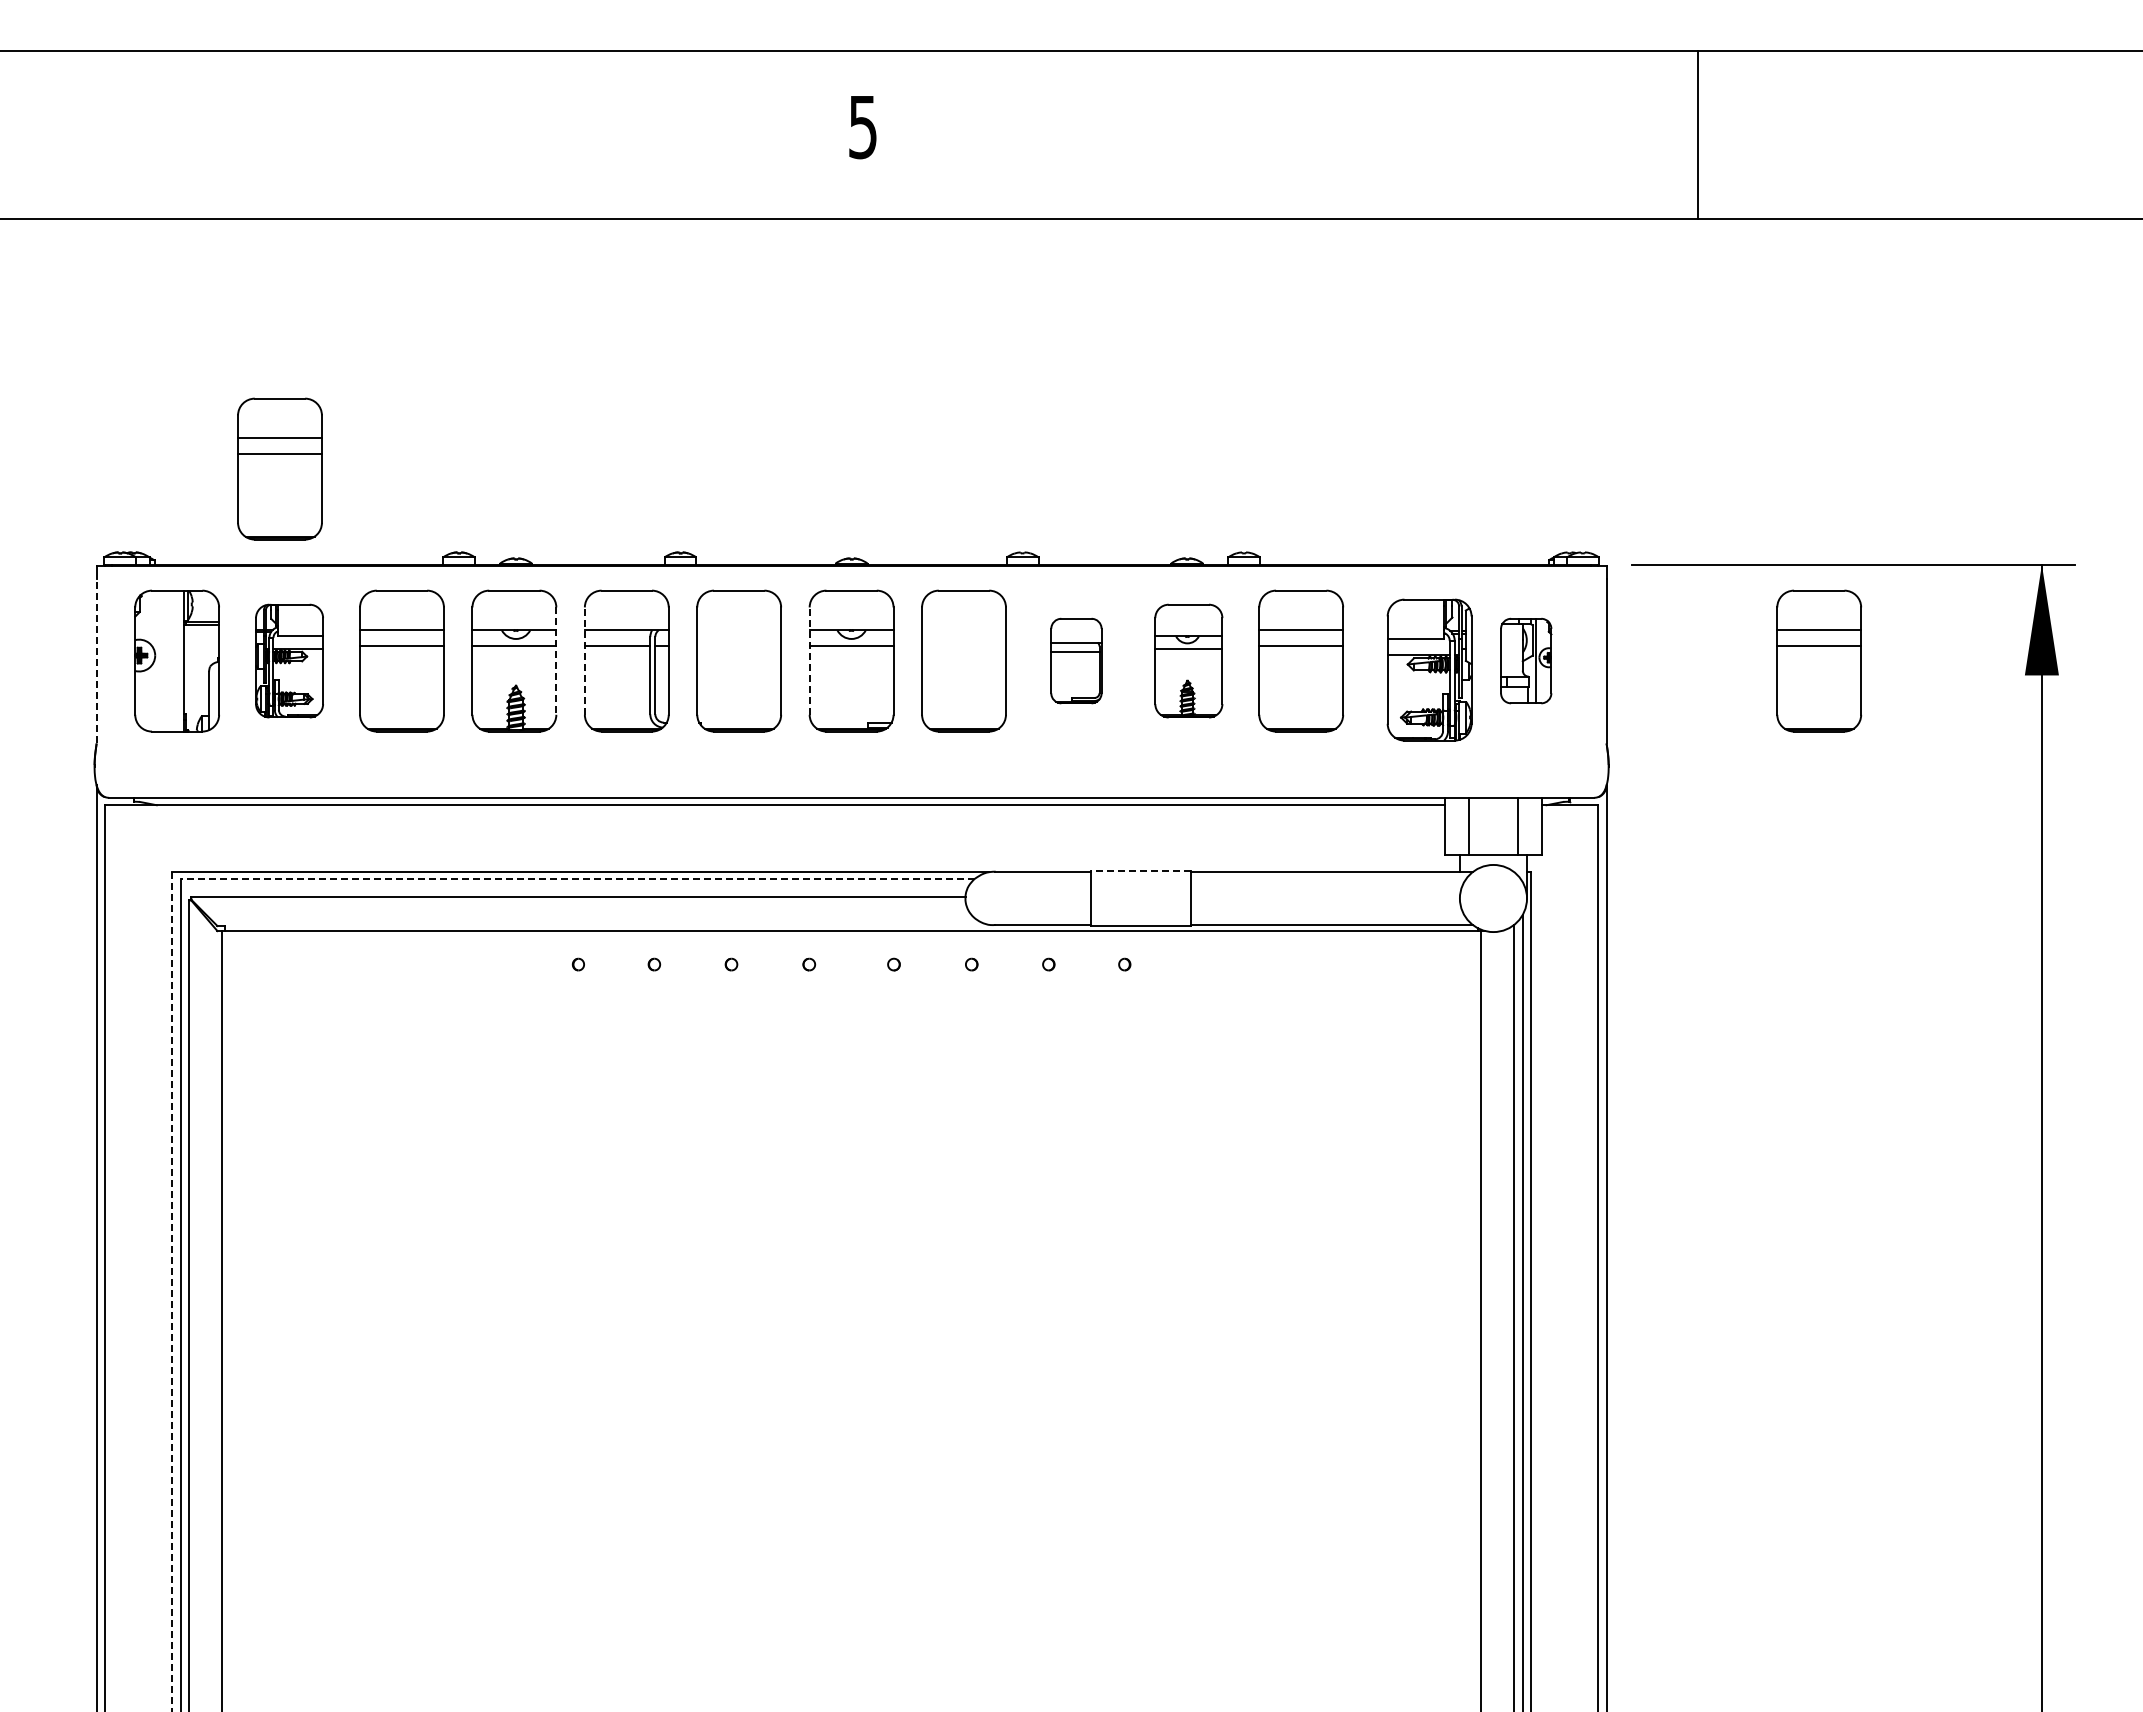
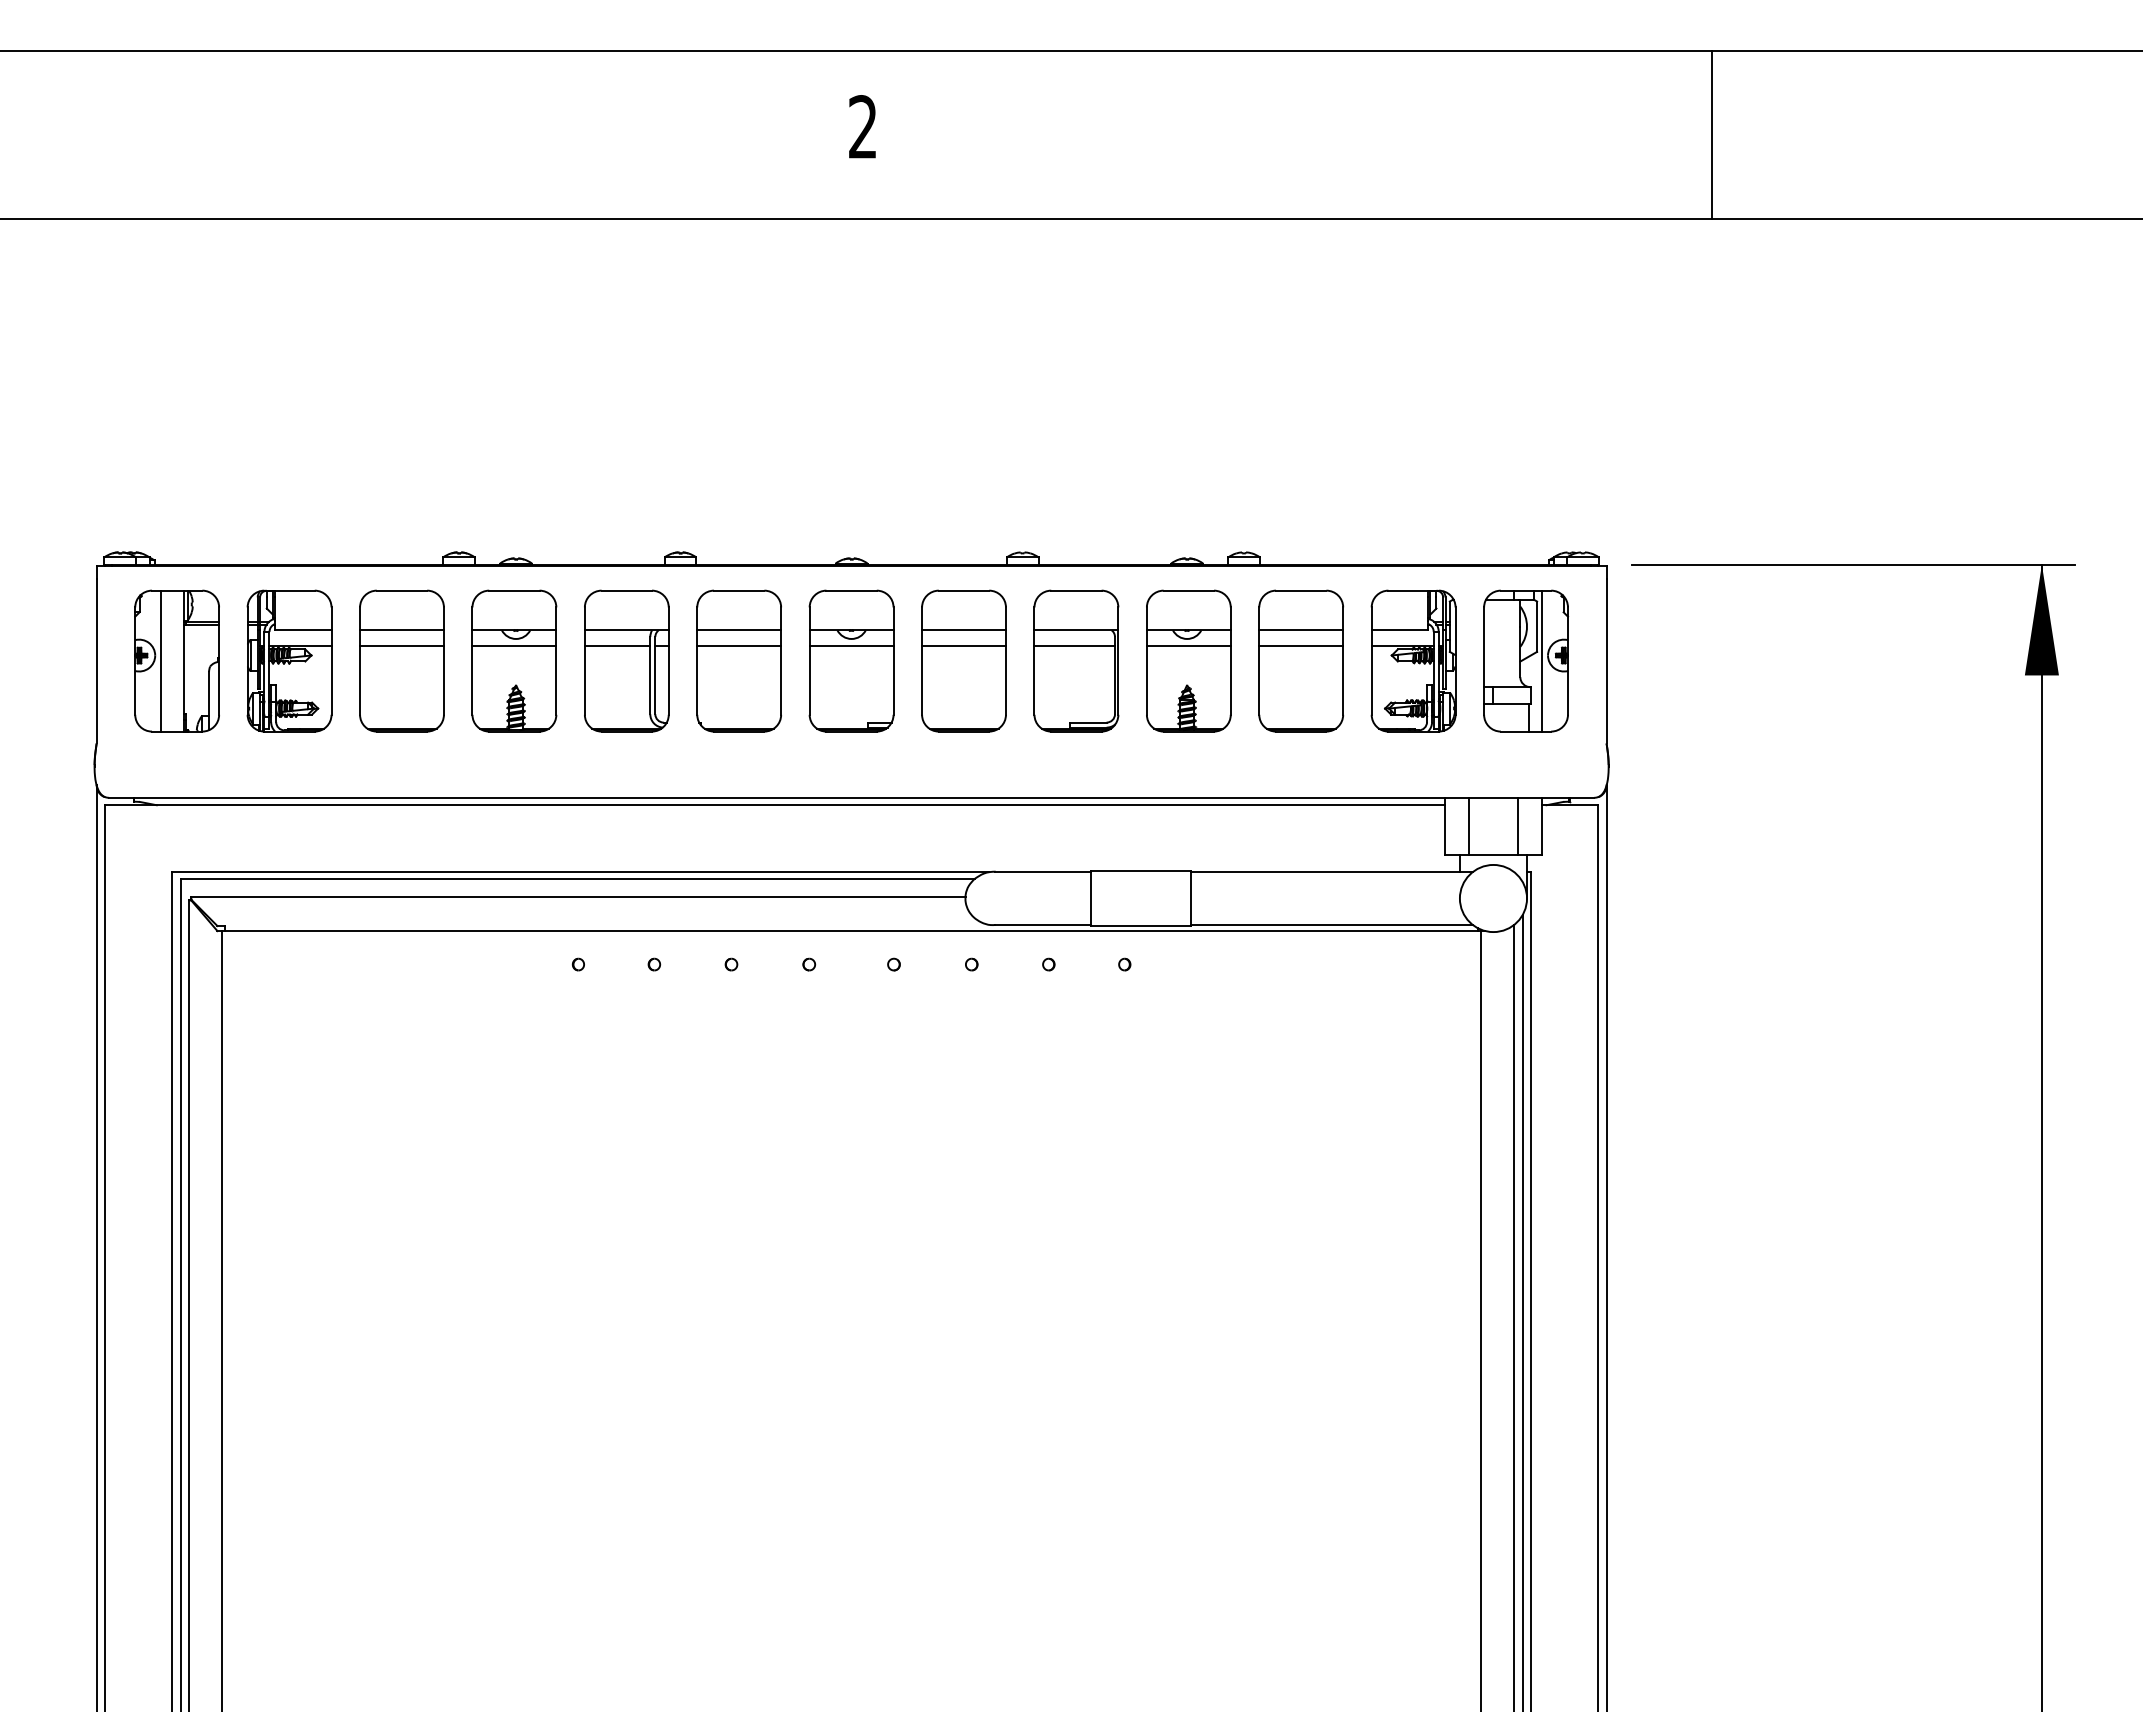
text at (862, 127): 5 -> 2
line at (1697, 135) position: (1697, 135) -> (1711, 135)
part at (279, 468): present -> none
line at (739, 630): none -> present
line at (963, 630): none -> present
line at (739, 646): none -> present
line at (963, 646): none -> present
line at (96, 660): dashed -> solid
line at (161, 660): none -> present
part at (289, 660) size: 69x116 px -> 87x144 px
part at (1076, 660) size: 53x88 px -> 87x144 px
part at (1188, 660) size: 70x116 px -> 86x144 px
part at (1526, 660) size: 53x88 px -> 87x144 px
part at (1819, 660): present -> none
line at (556, 661): dashed -> solid
line at (584, 661): dashed -> solid
line at (809, 661): dashed -> solid
part at (1429, 669) position: (1429, 669) -> (1413, 660)
line at (1140, 871): dashed -> solid
line at (577, 879): dashed -> solid
line at (172, 1292): dashed -> solid
